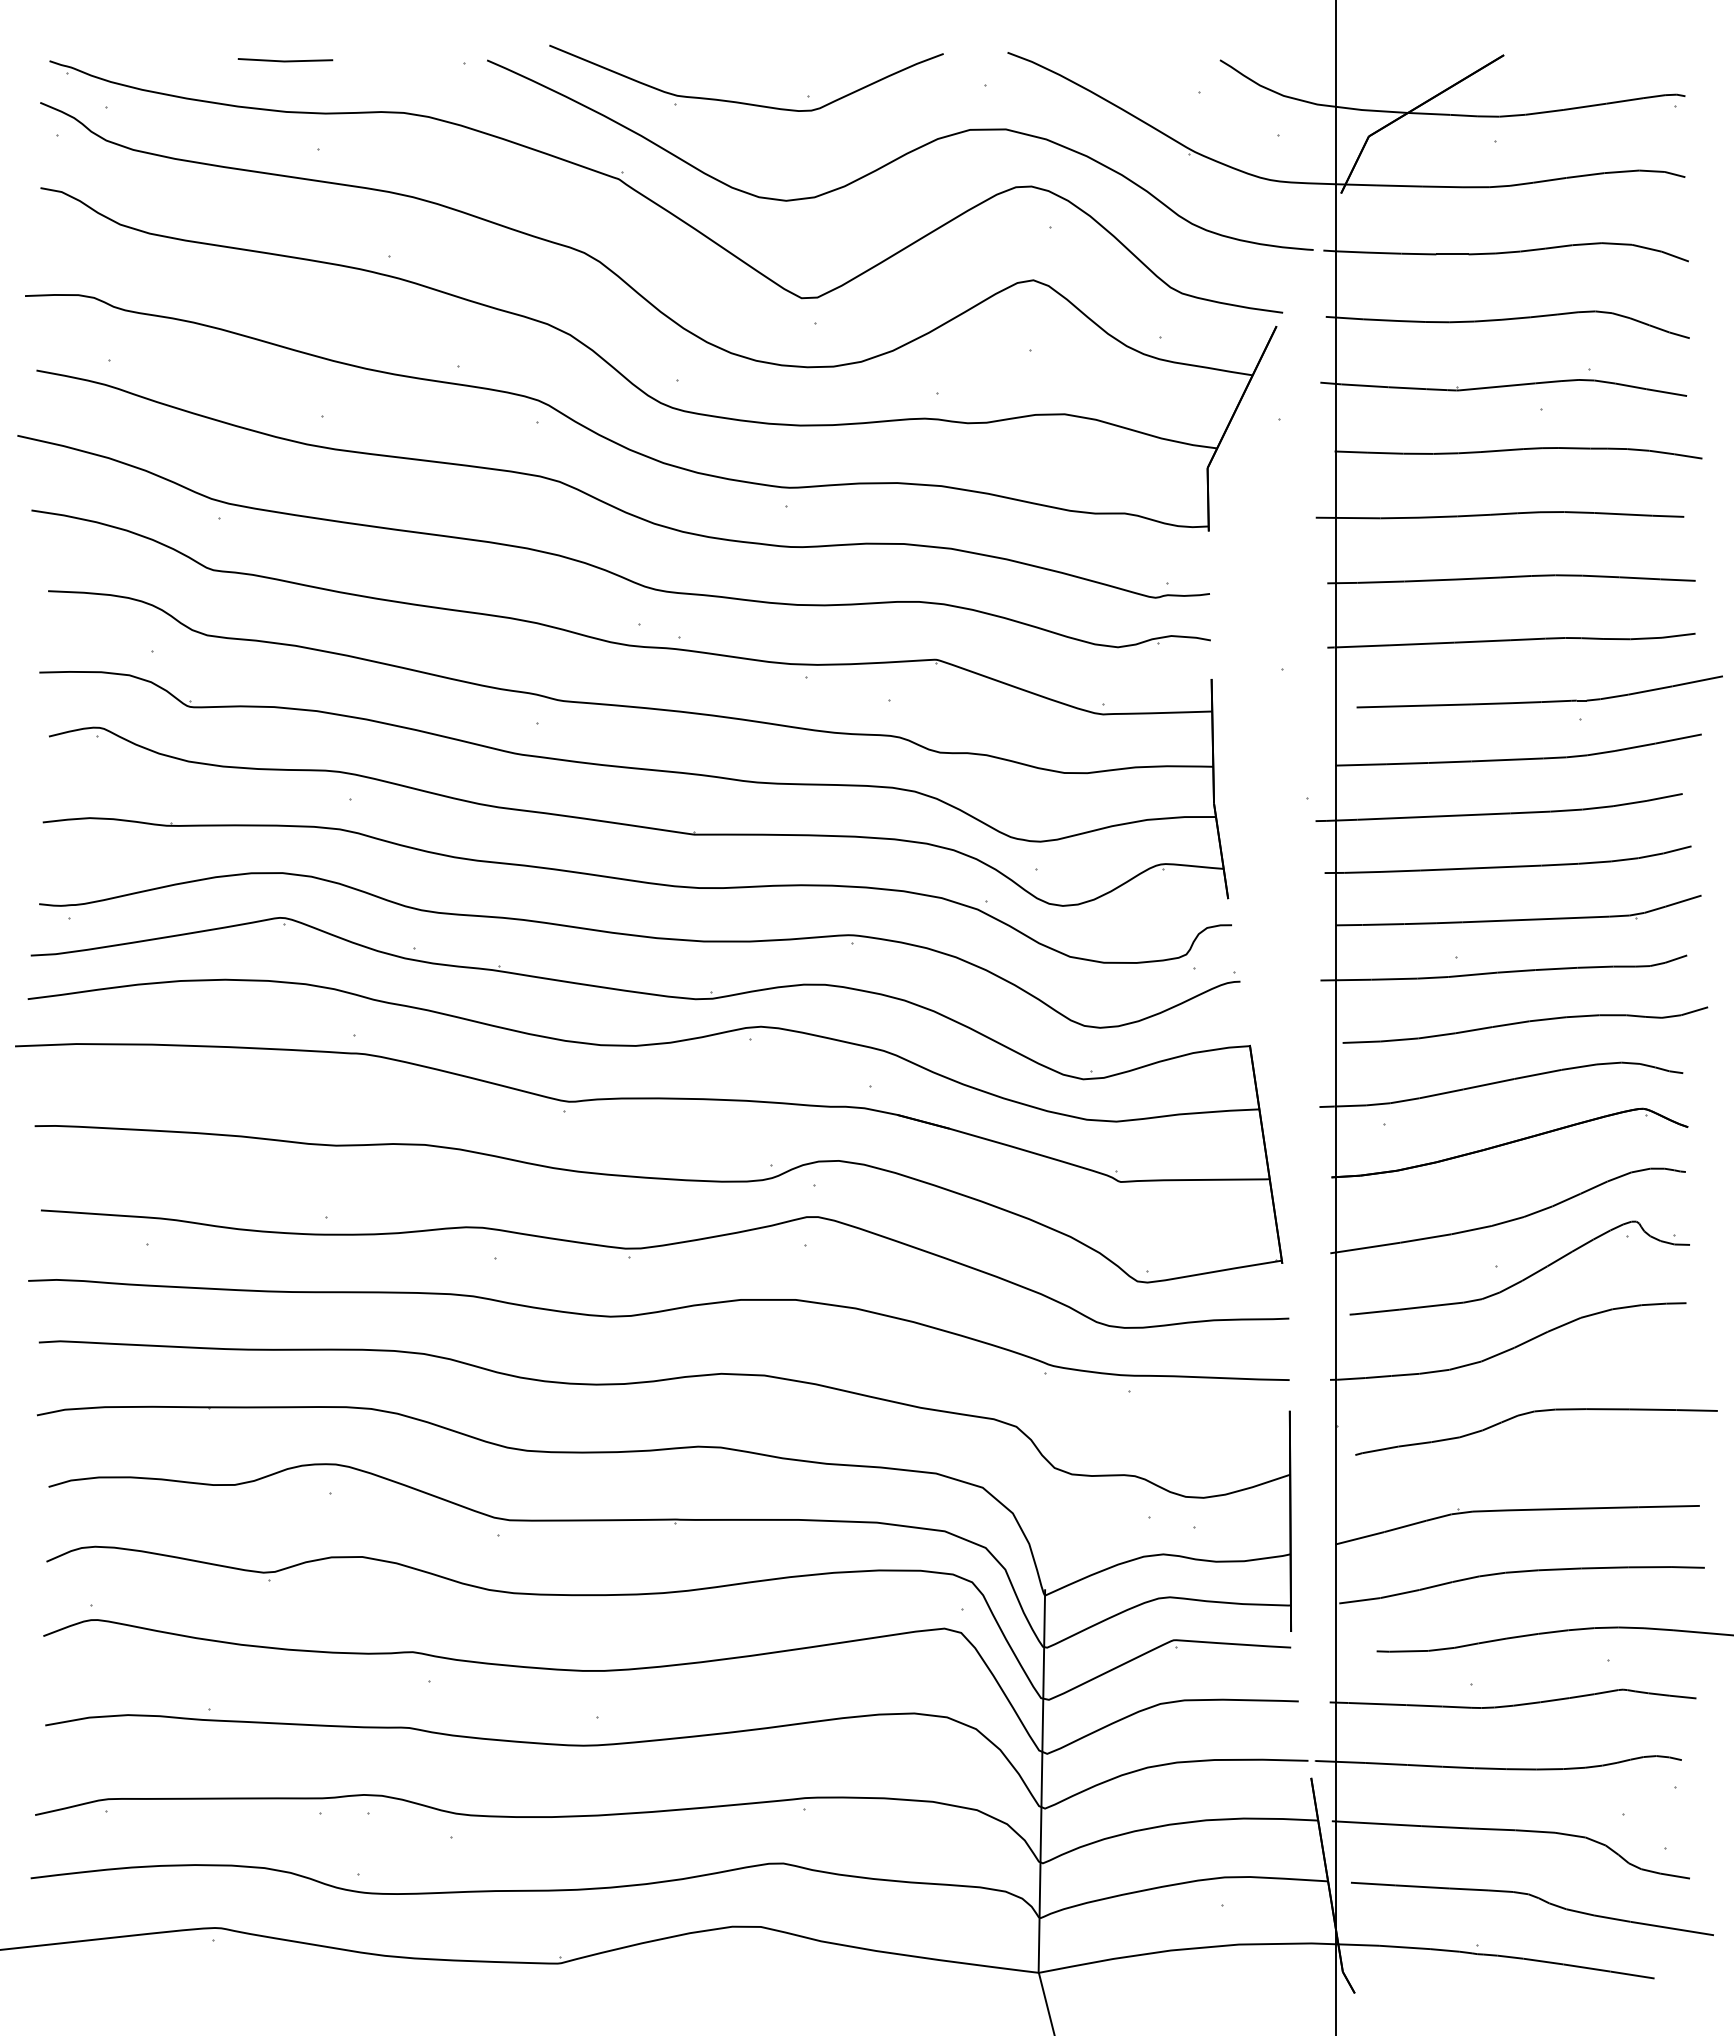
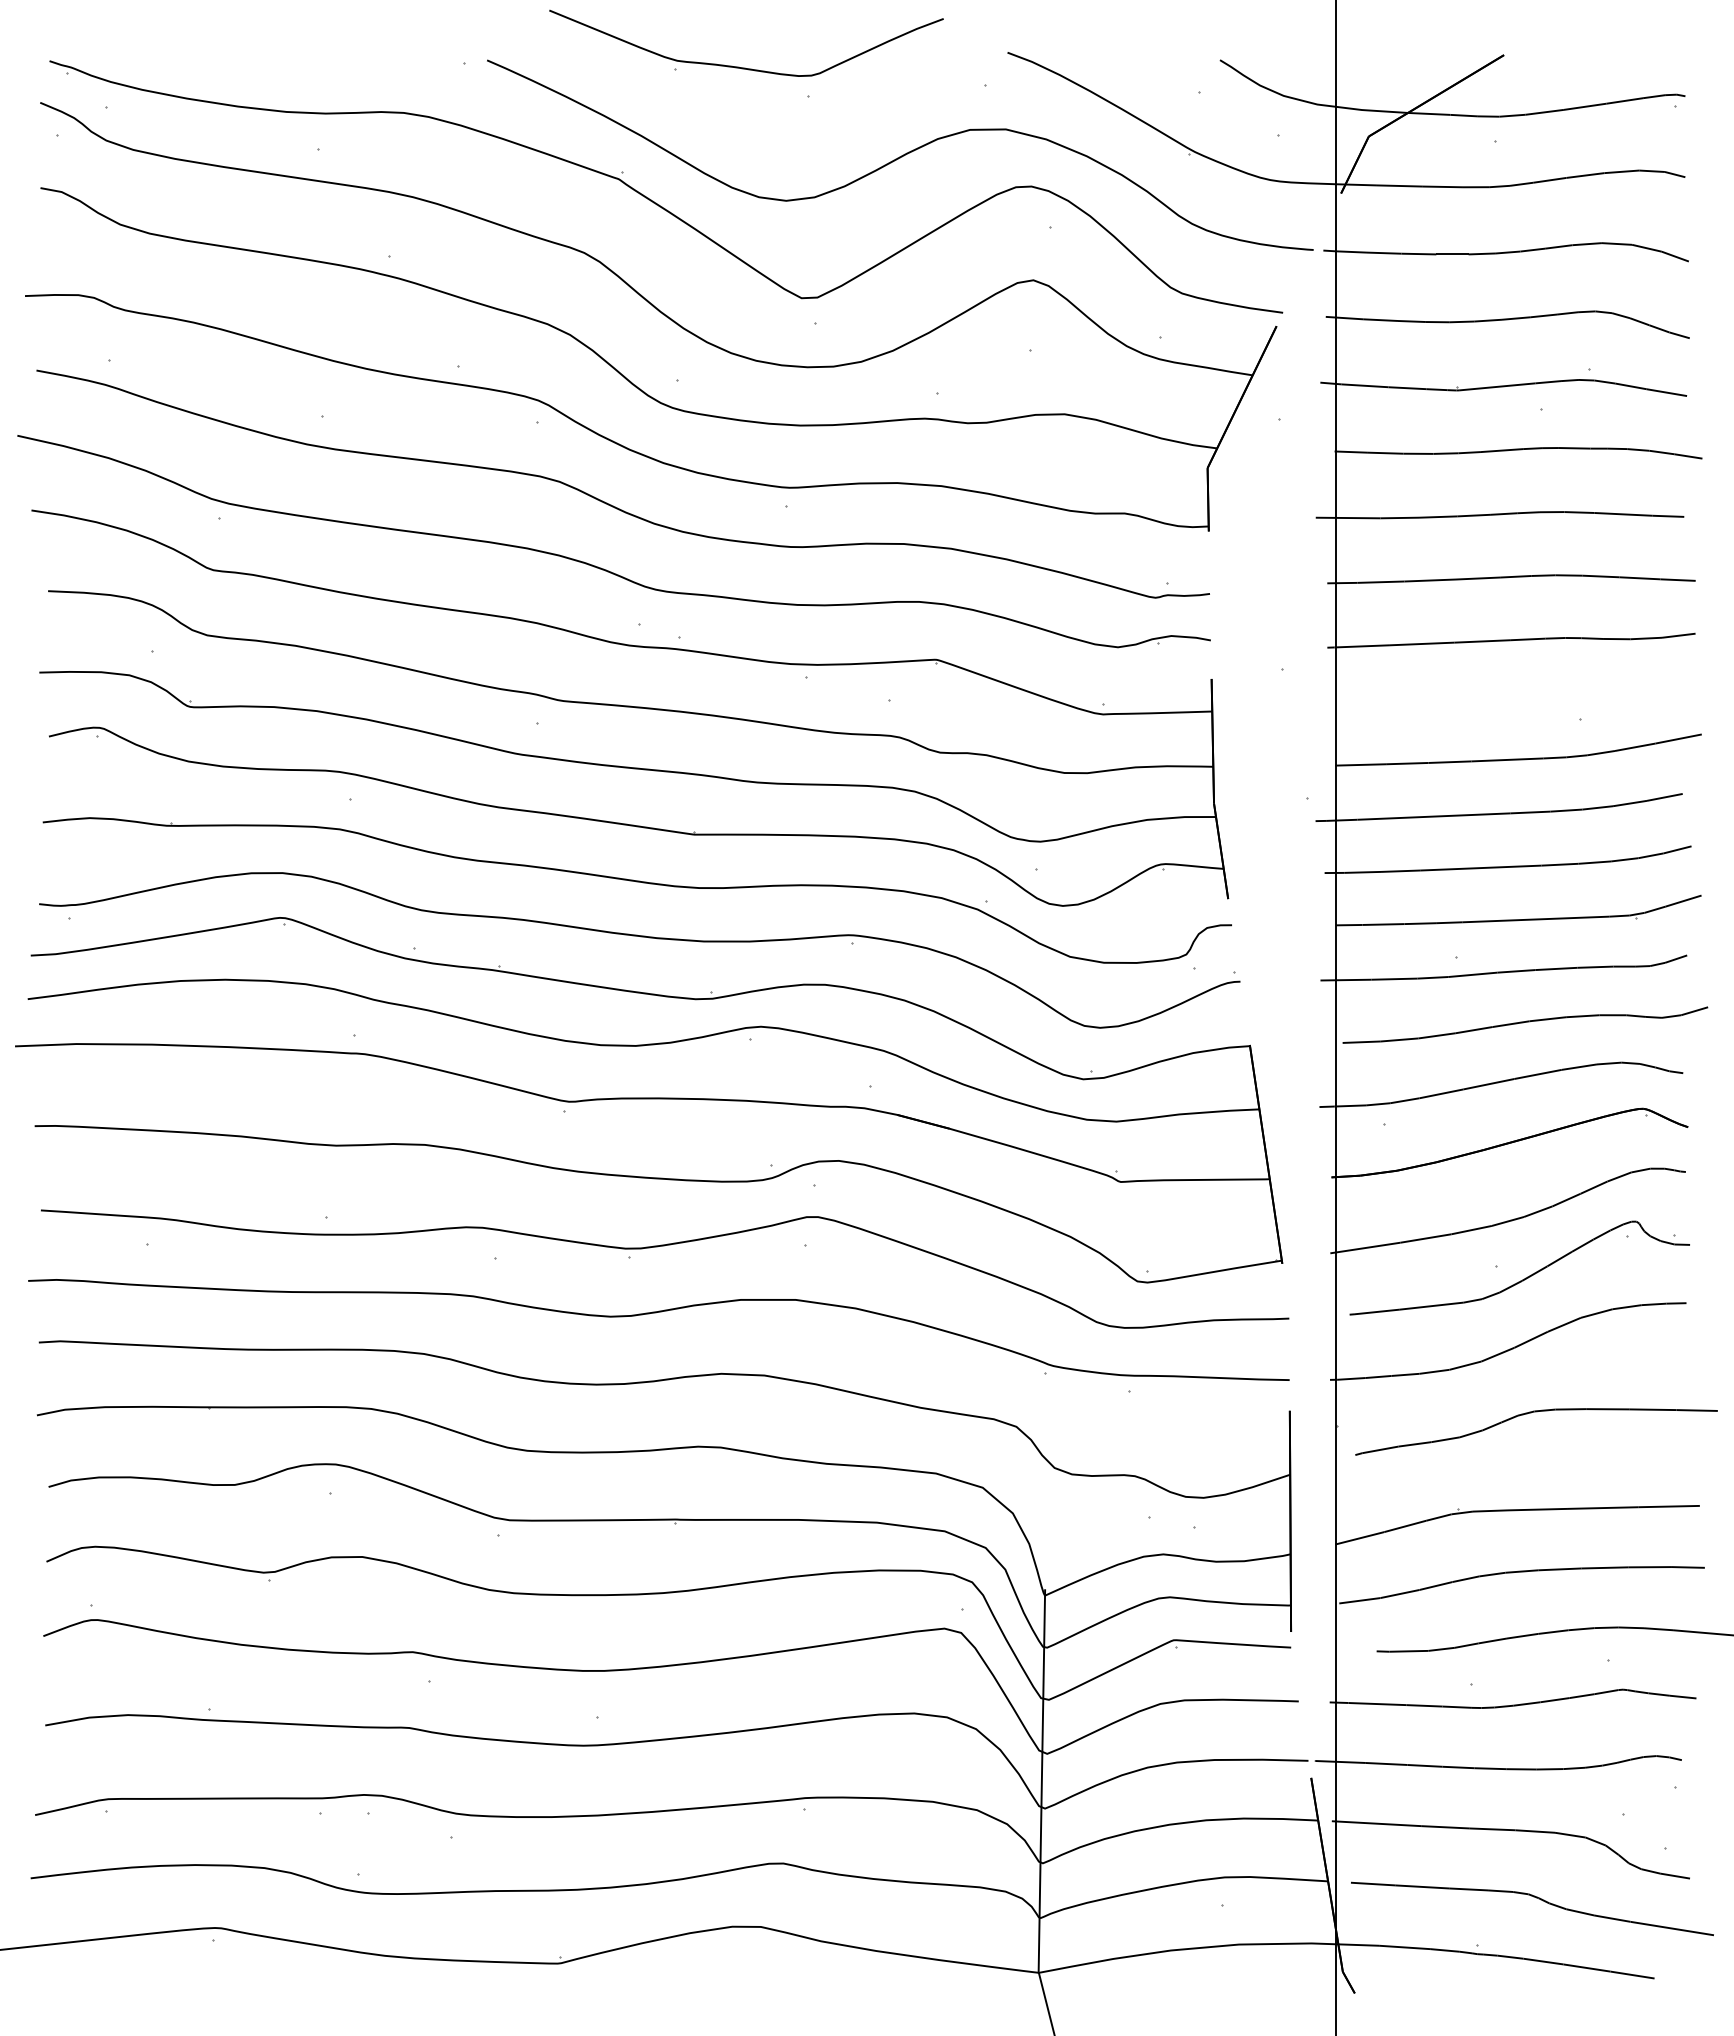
line at (285, 60): present -> none
part at (739, 101) position: (739, 101) -> (739, 66)
curve at (1539, 701): present -> none
